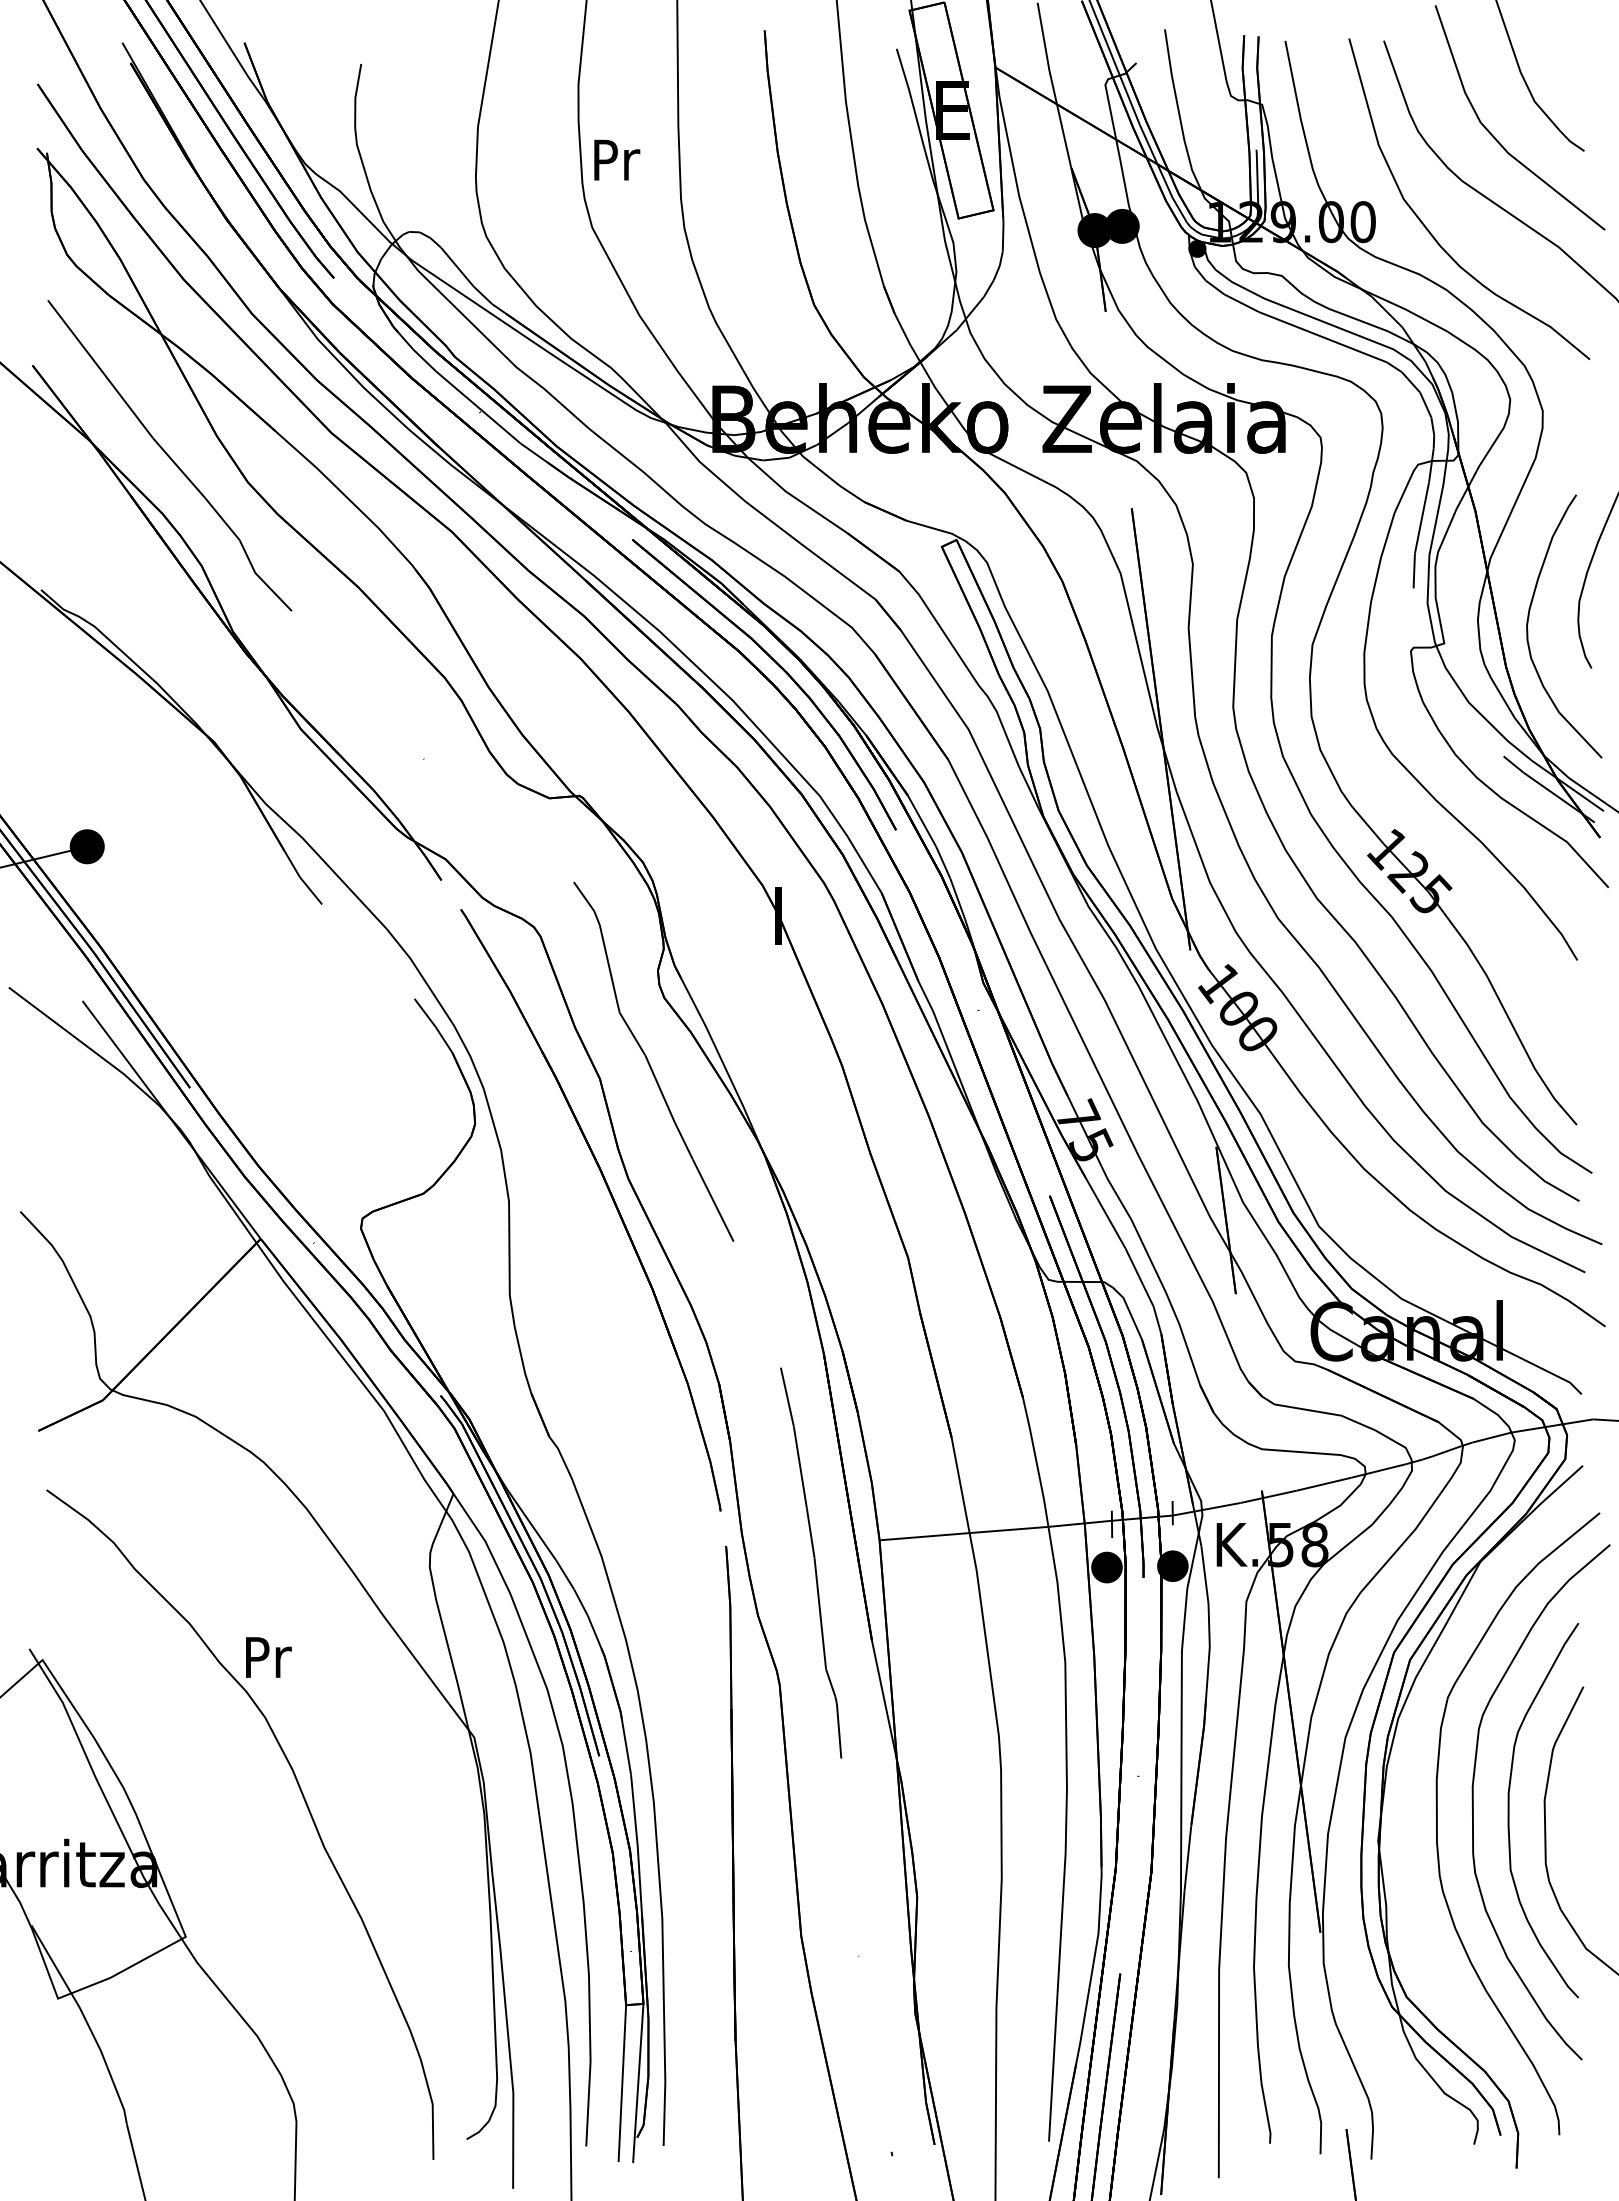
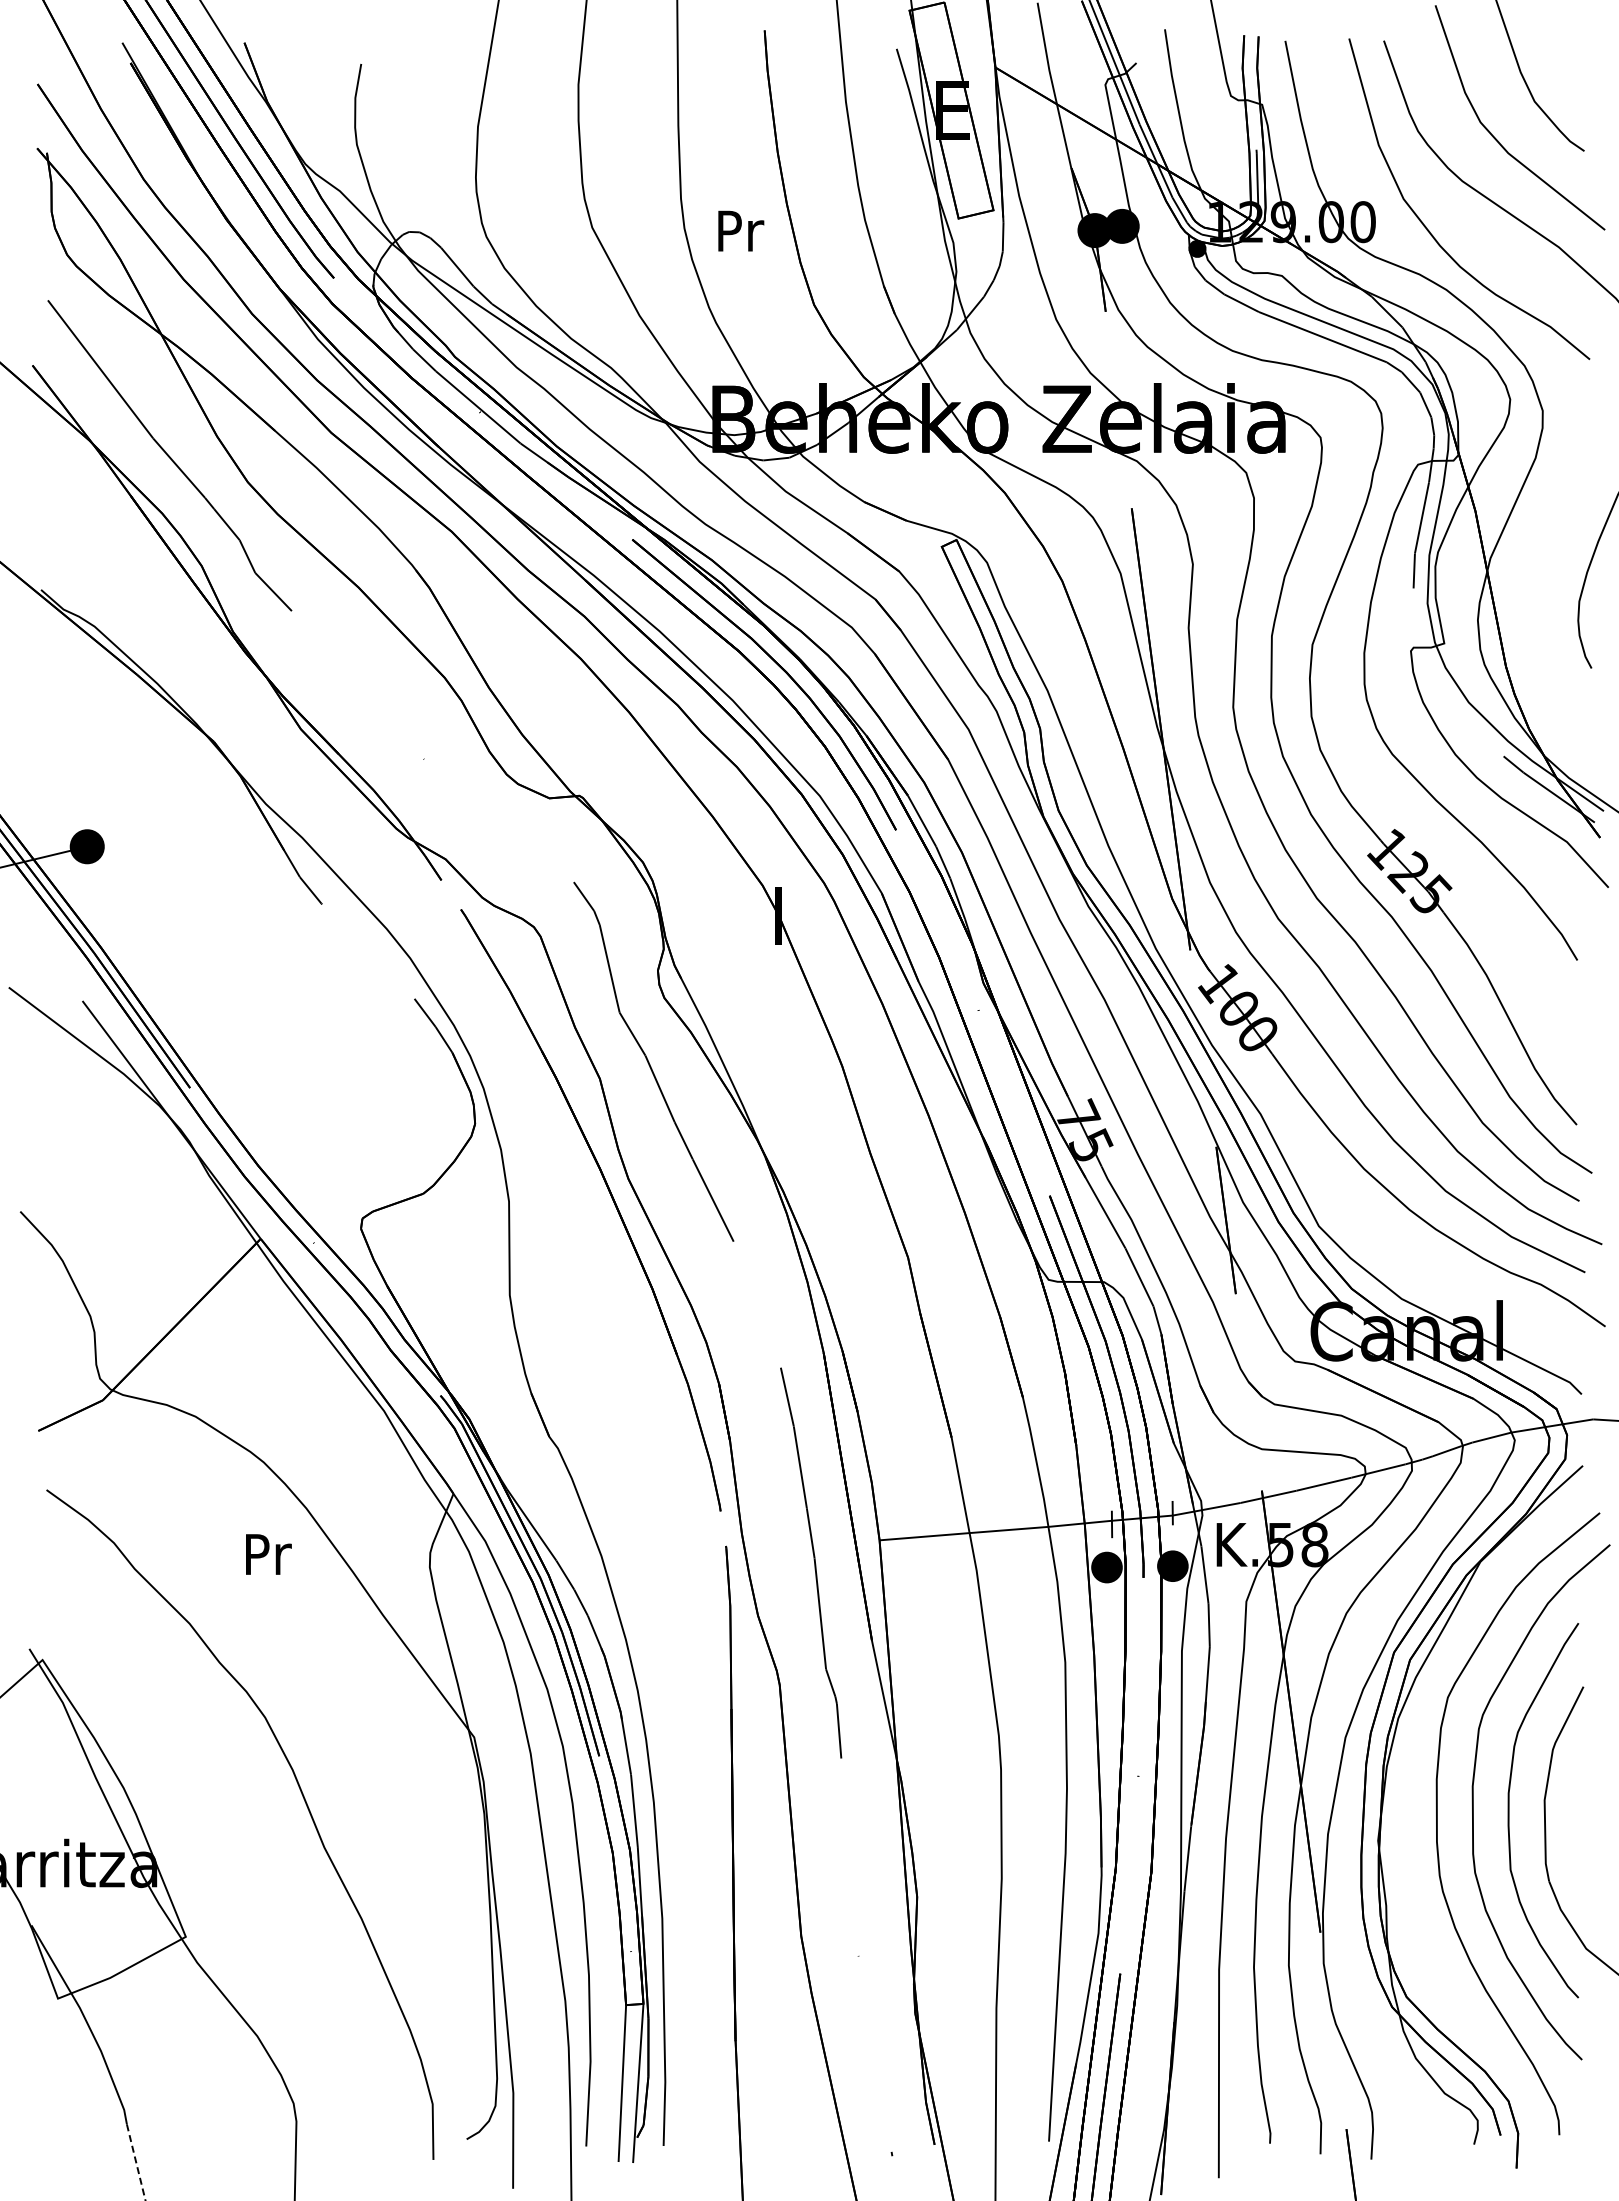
text at (617, 159) position: (617, 159) -> (741, 230)
curve at (1528, 624): present -> none
text at (268, 1657) position: (268, 1657) -> (268, 1554)
line at (136, 2162): solid -> dashed
